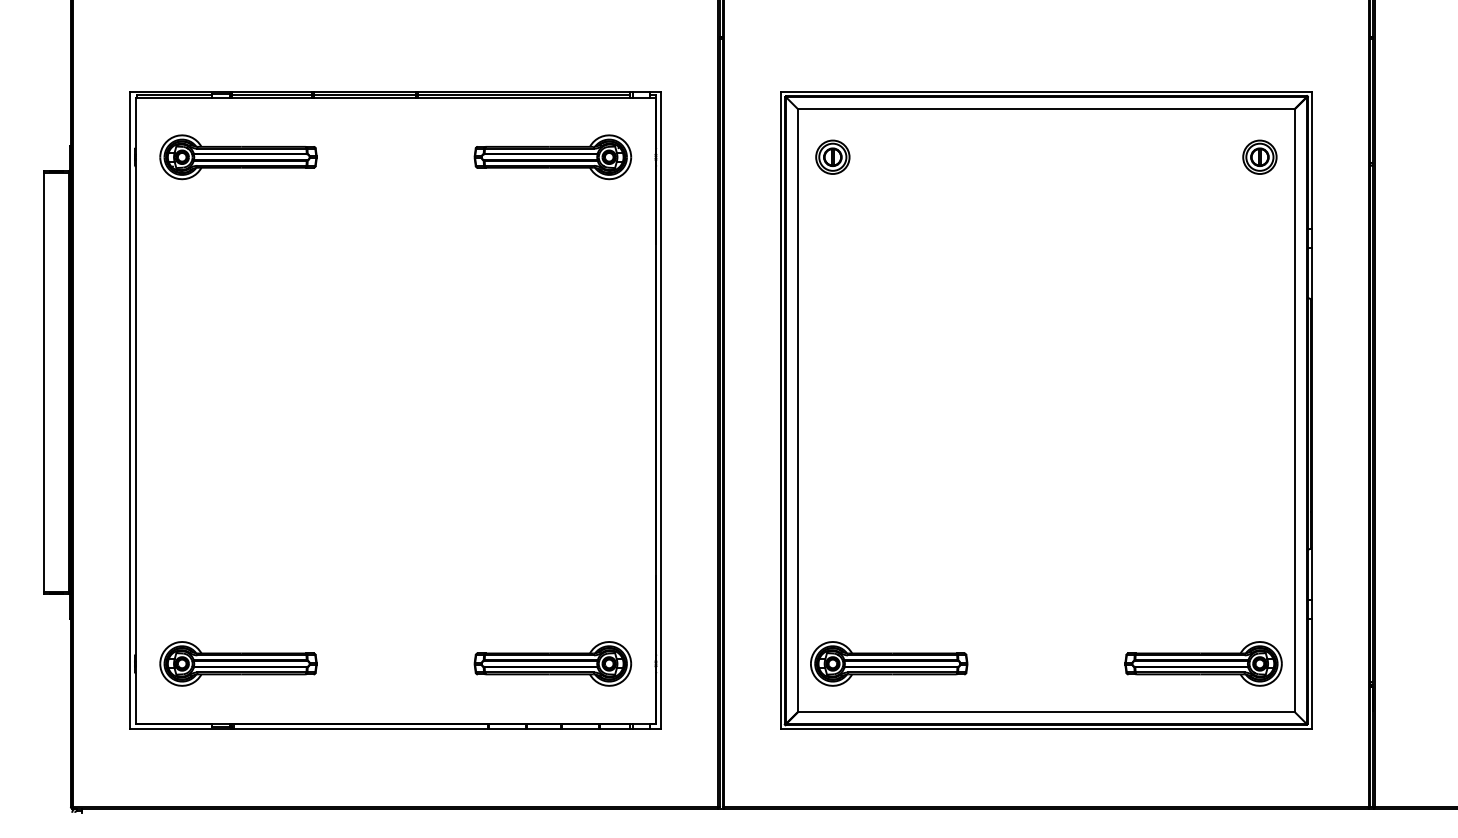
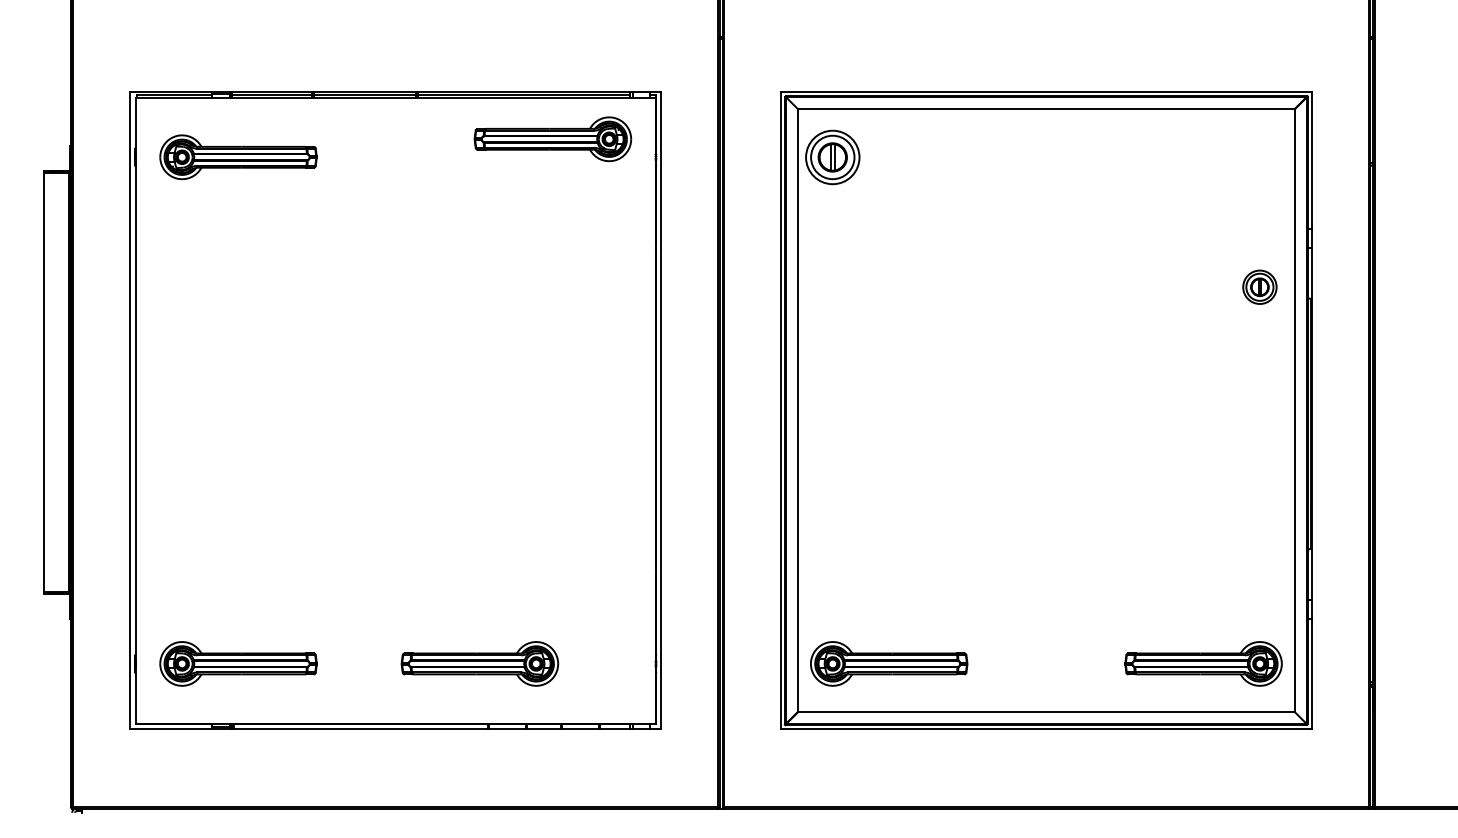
part at (832, 156) size: 36x36 px -> 56x57 px
part at (1259, 156) position: (1259, 156) -> (1259, 286)
part at (552, 157) position: (552, 157) -> (552, 139)
part at (552, 663) position: (552, 663) -> (479, 663)
